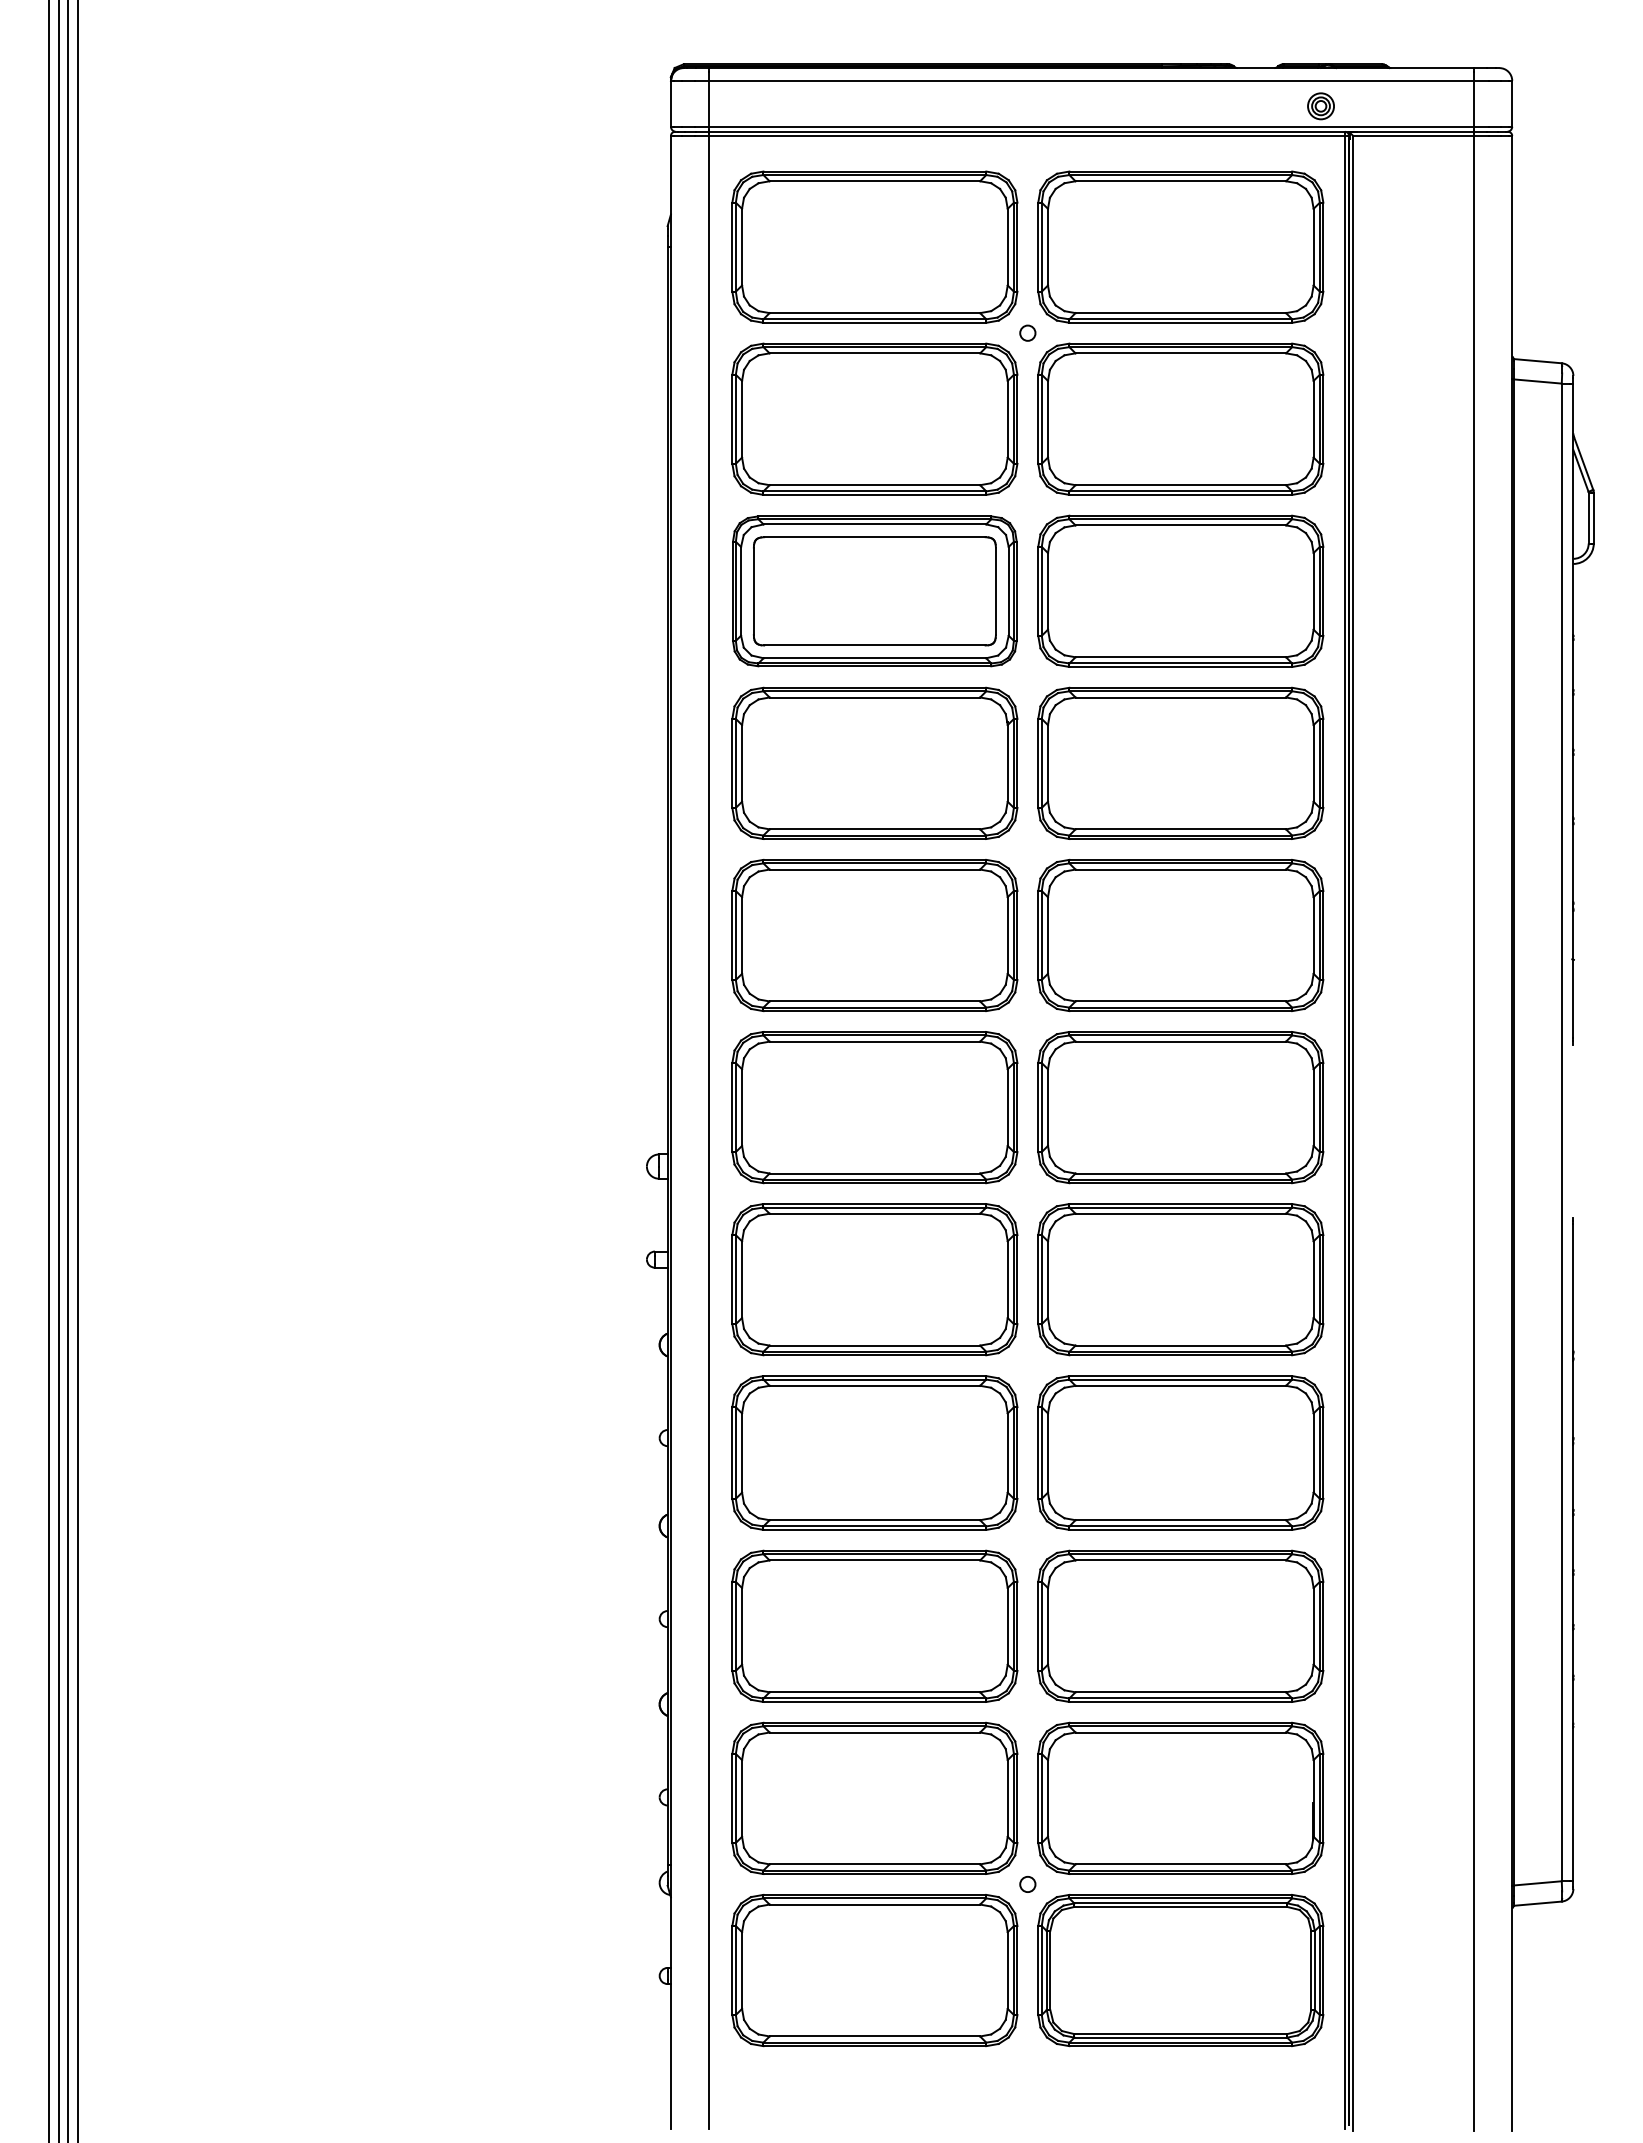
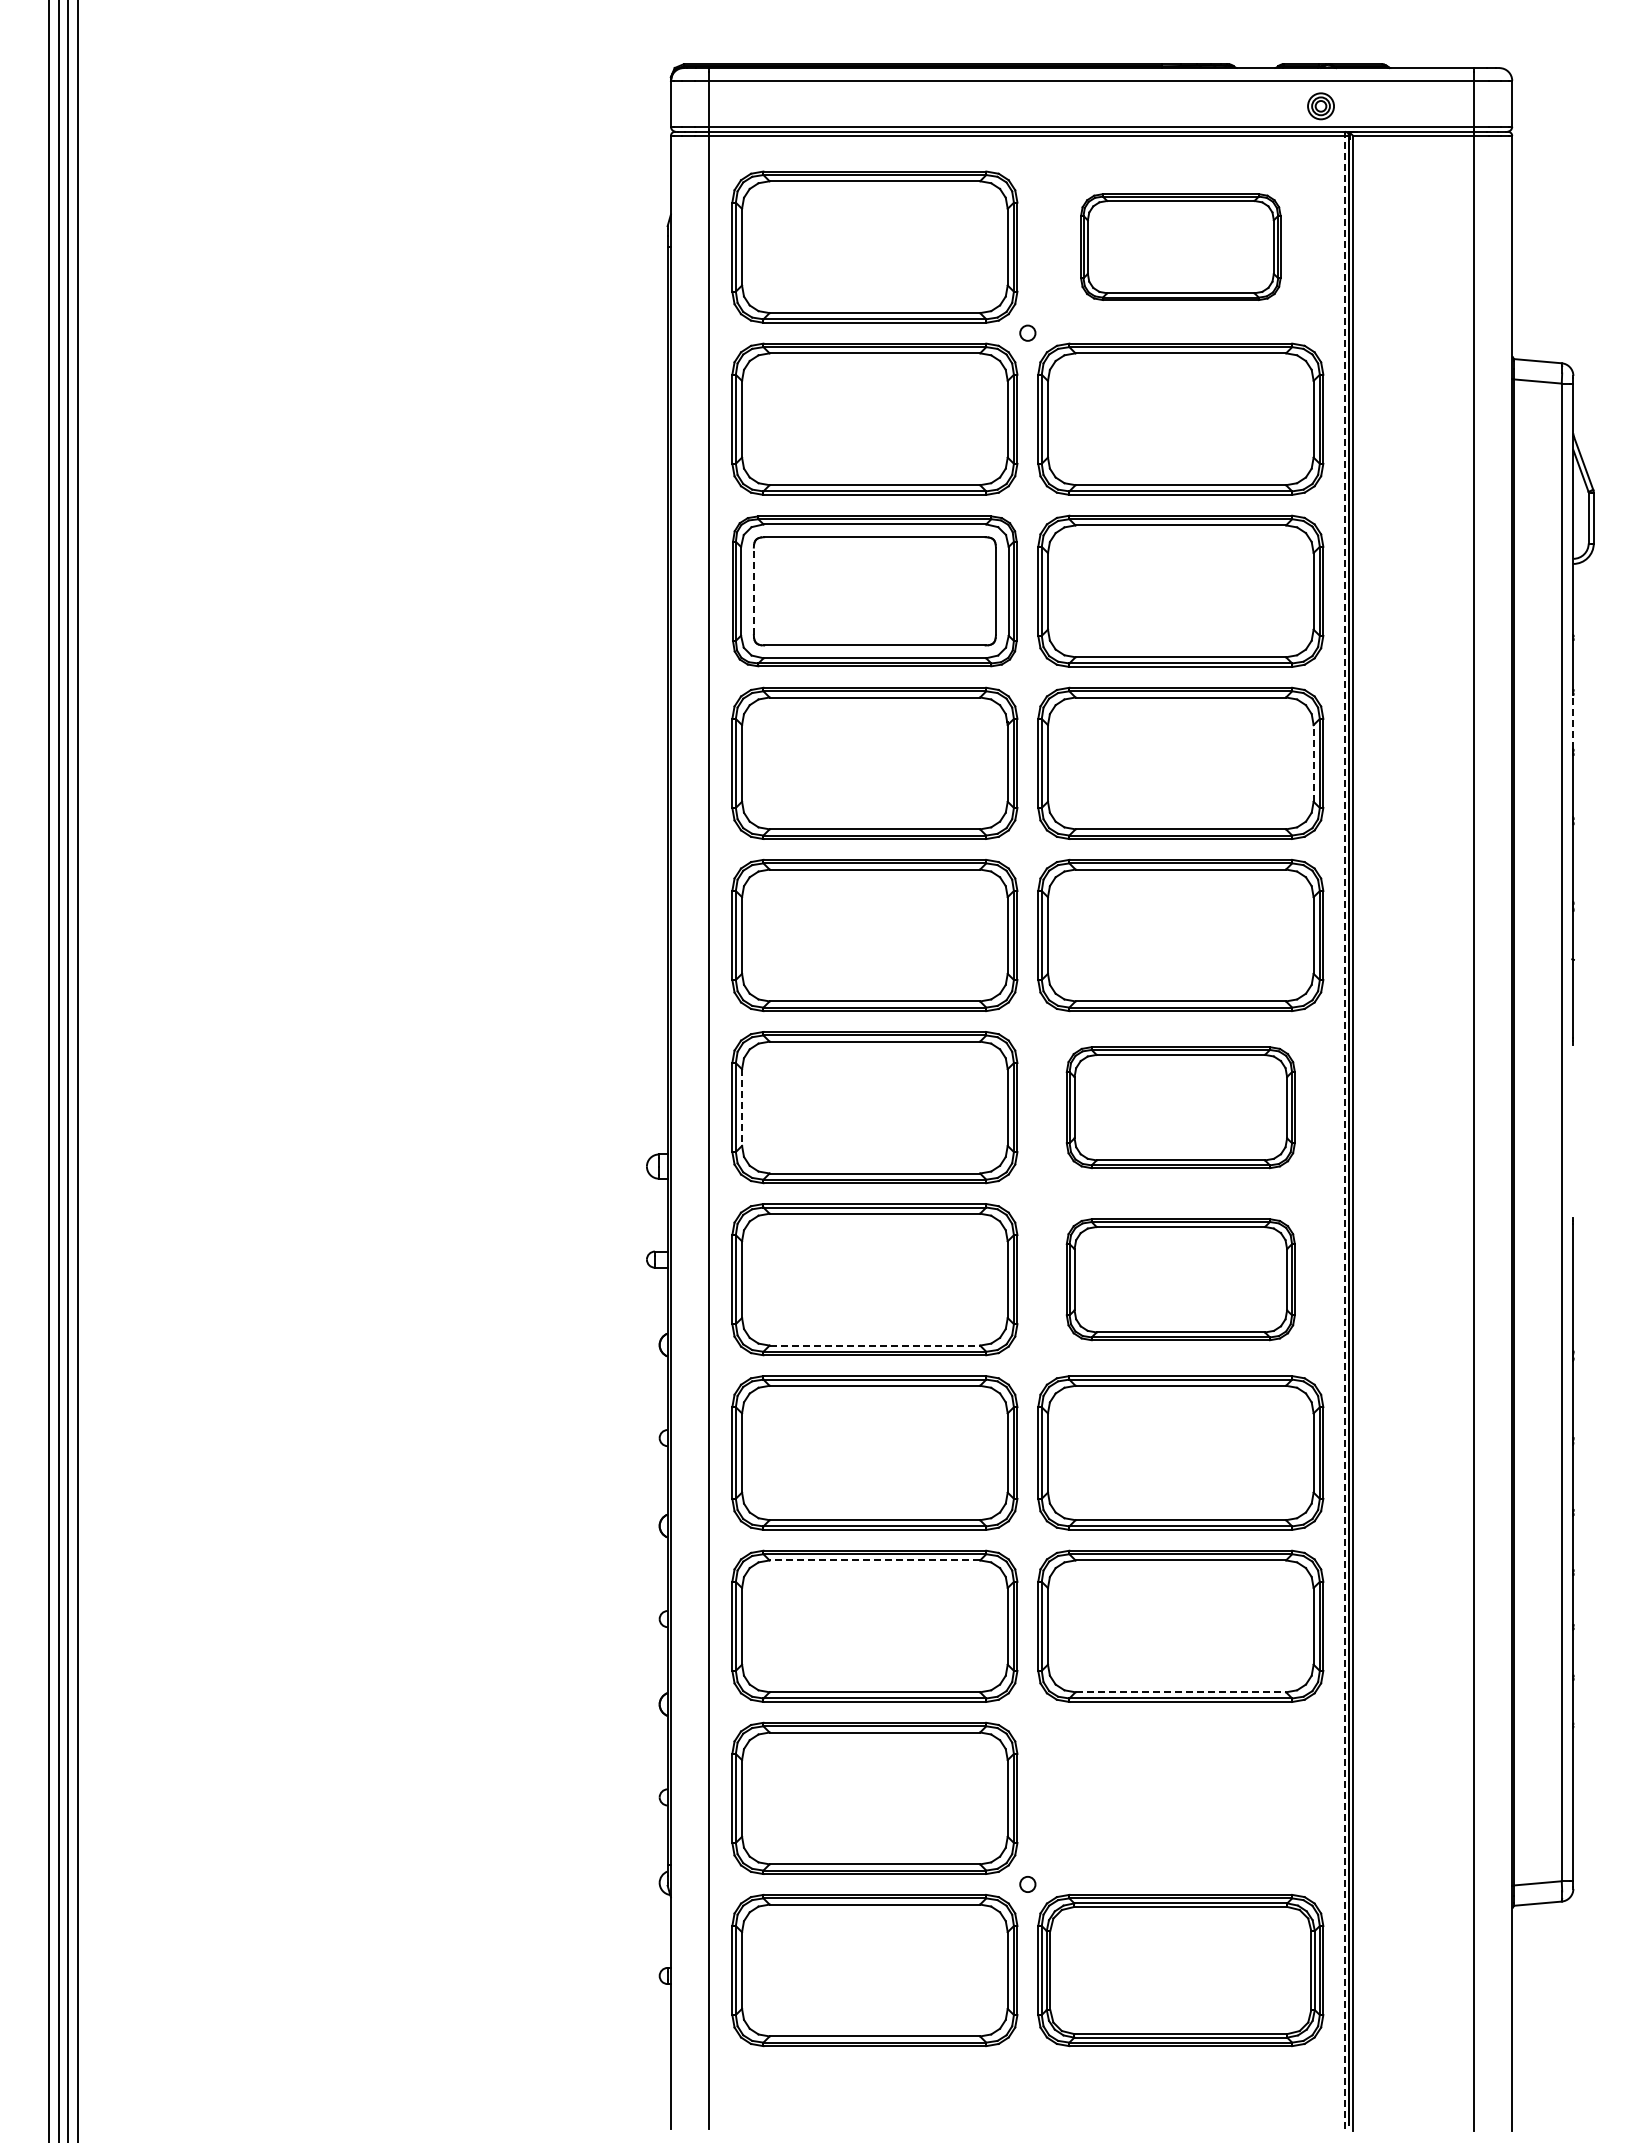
part at (1180, 246) size: 288x154 px -> 202x108 px
line at (753, 591): solid -> dashed
line at (1573, 721): solid -> dashed
line at (1313, 762): solid -> dashed
part at (1180, 1107) size: 288x154 px -> 231x124 px
line at (742, 1108): solid -> dashed
line at (1344, 1132): solid -> dashed
part at (1180, 1279) size: 288x154 px -> 231x124 px
line at (875, 1345): solid -> dashed
line at (874, 1560): solid -> dashed
line at (1181, 1692): solid -> dashed
part at (1180, 1797): present -> none
